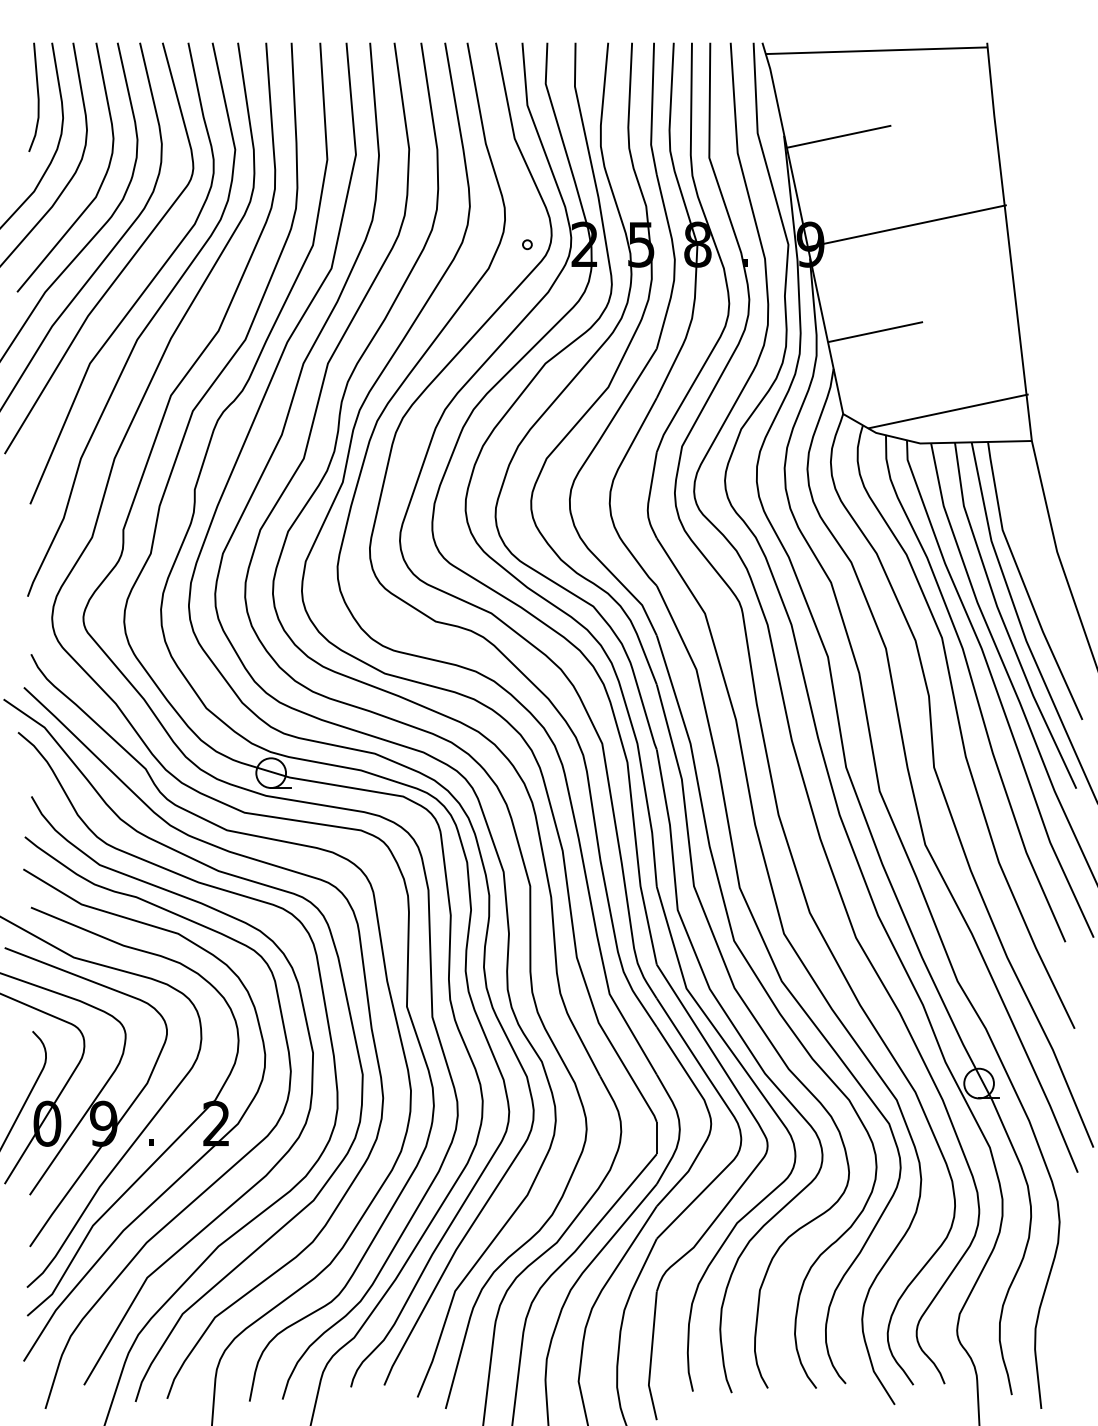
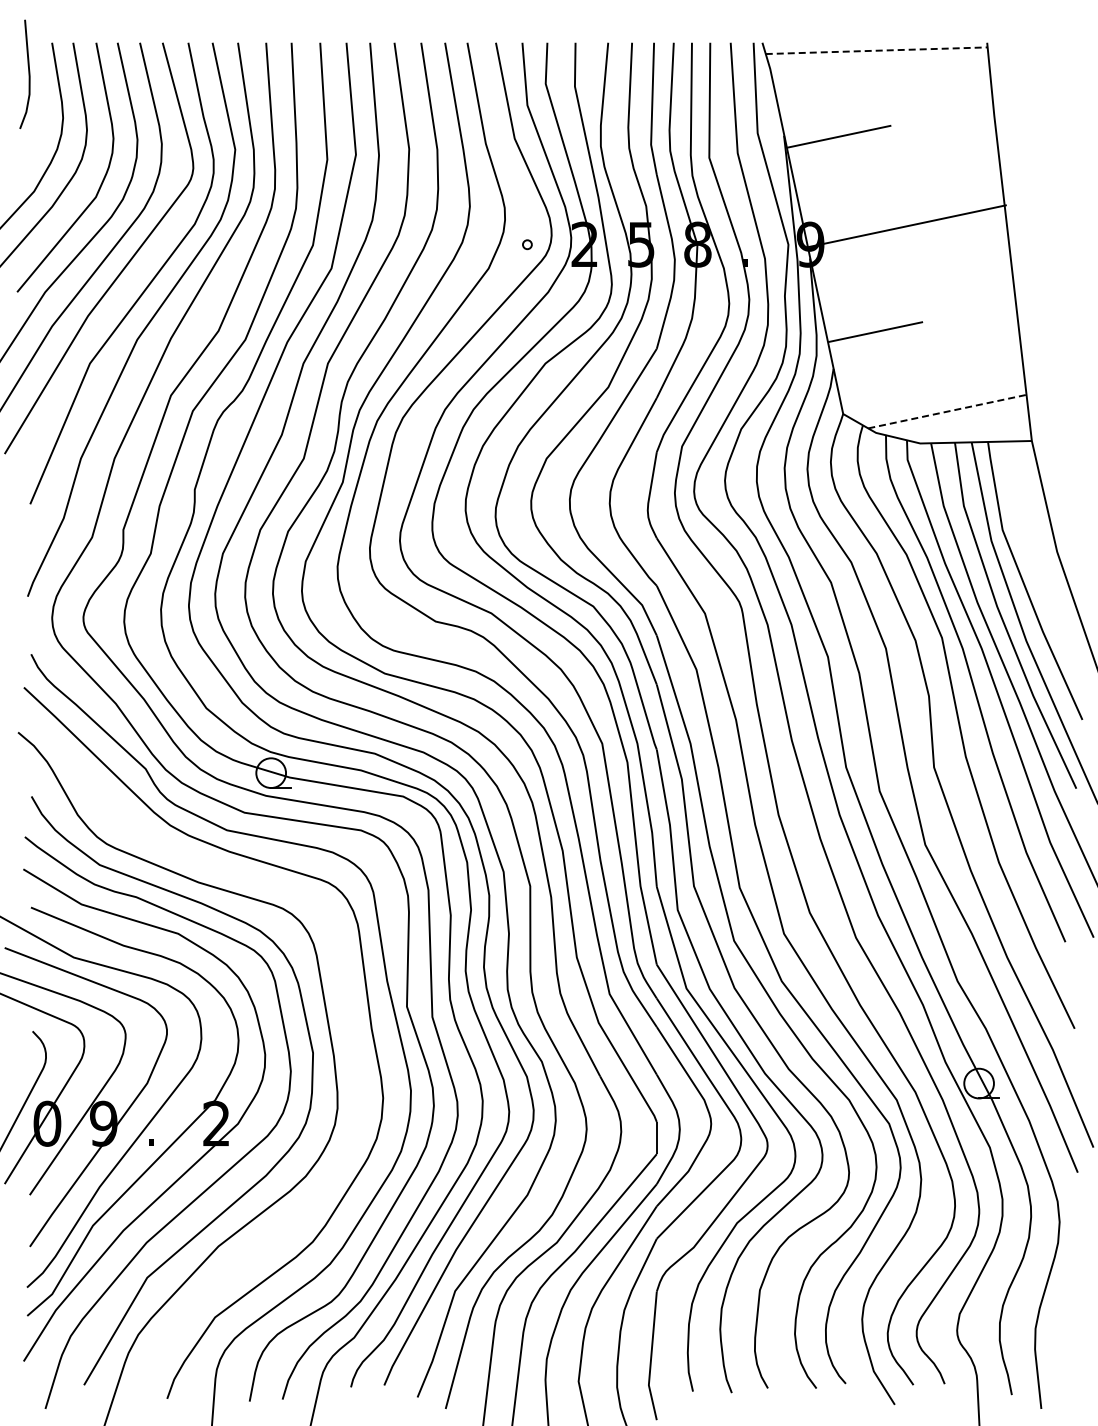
line at (877, 50): solid -> dashed
line at (37, 96) position: (37, 96) -> (28, 73)
line at (948, 411): solid -> dashed
curve at (349, 1017): present -> none
